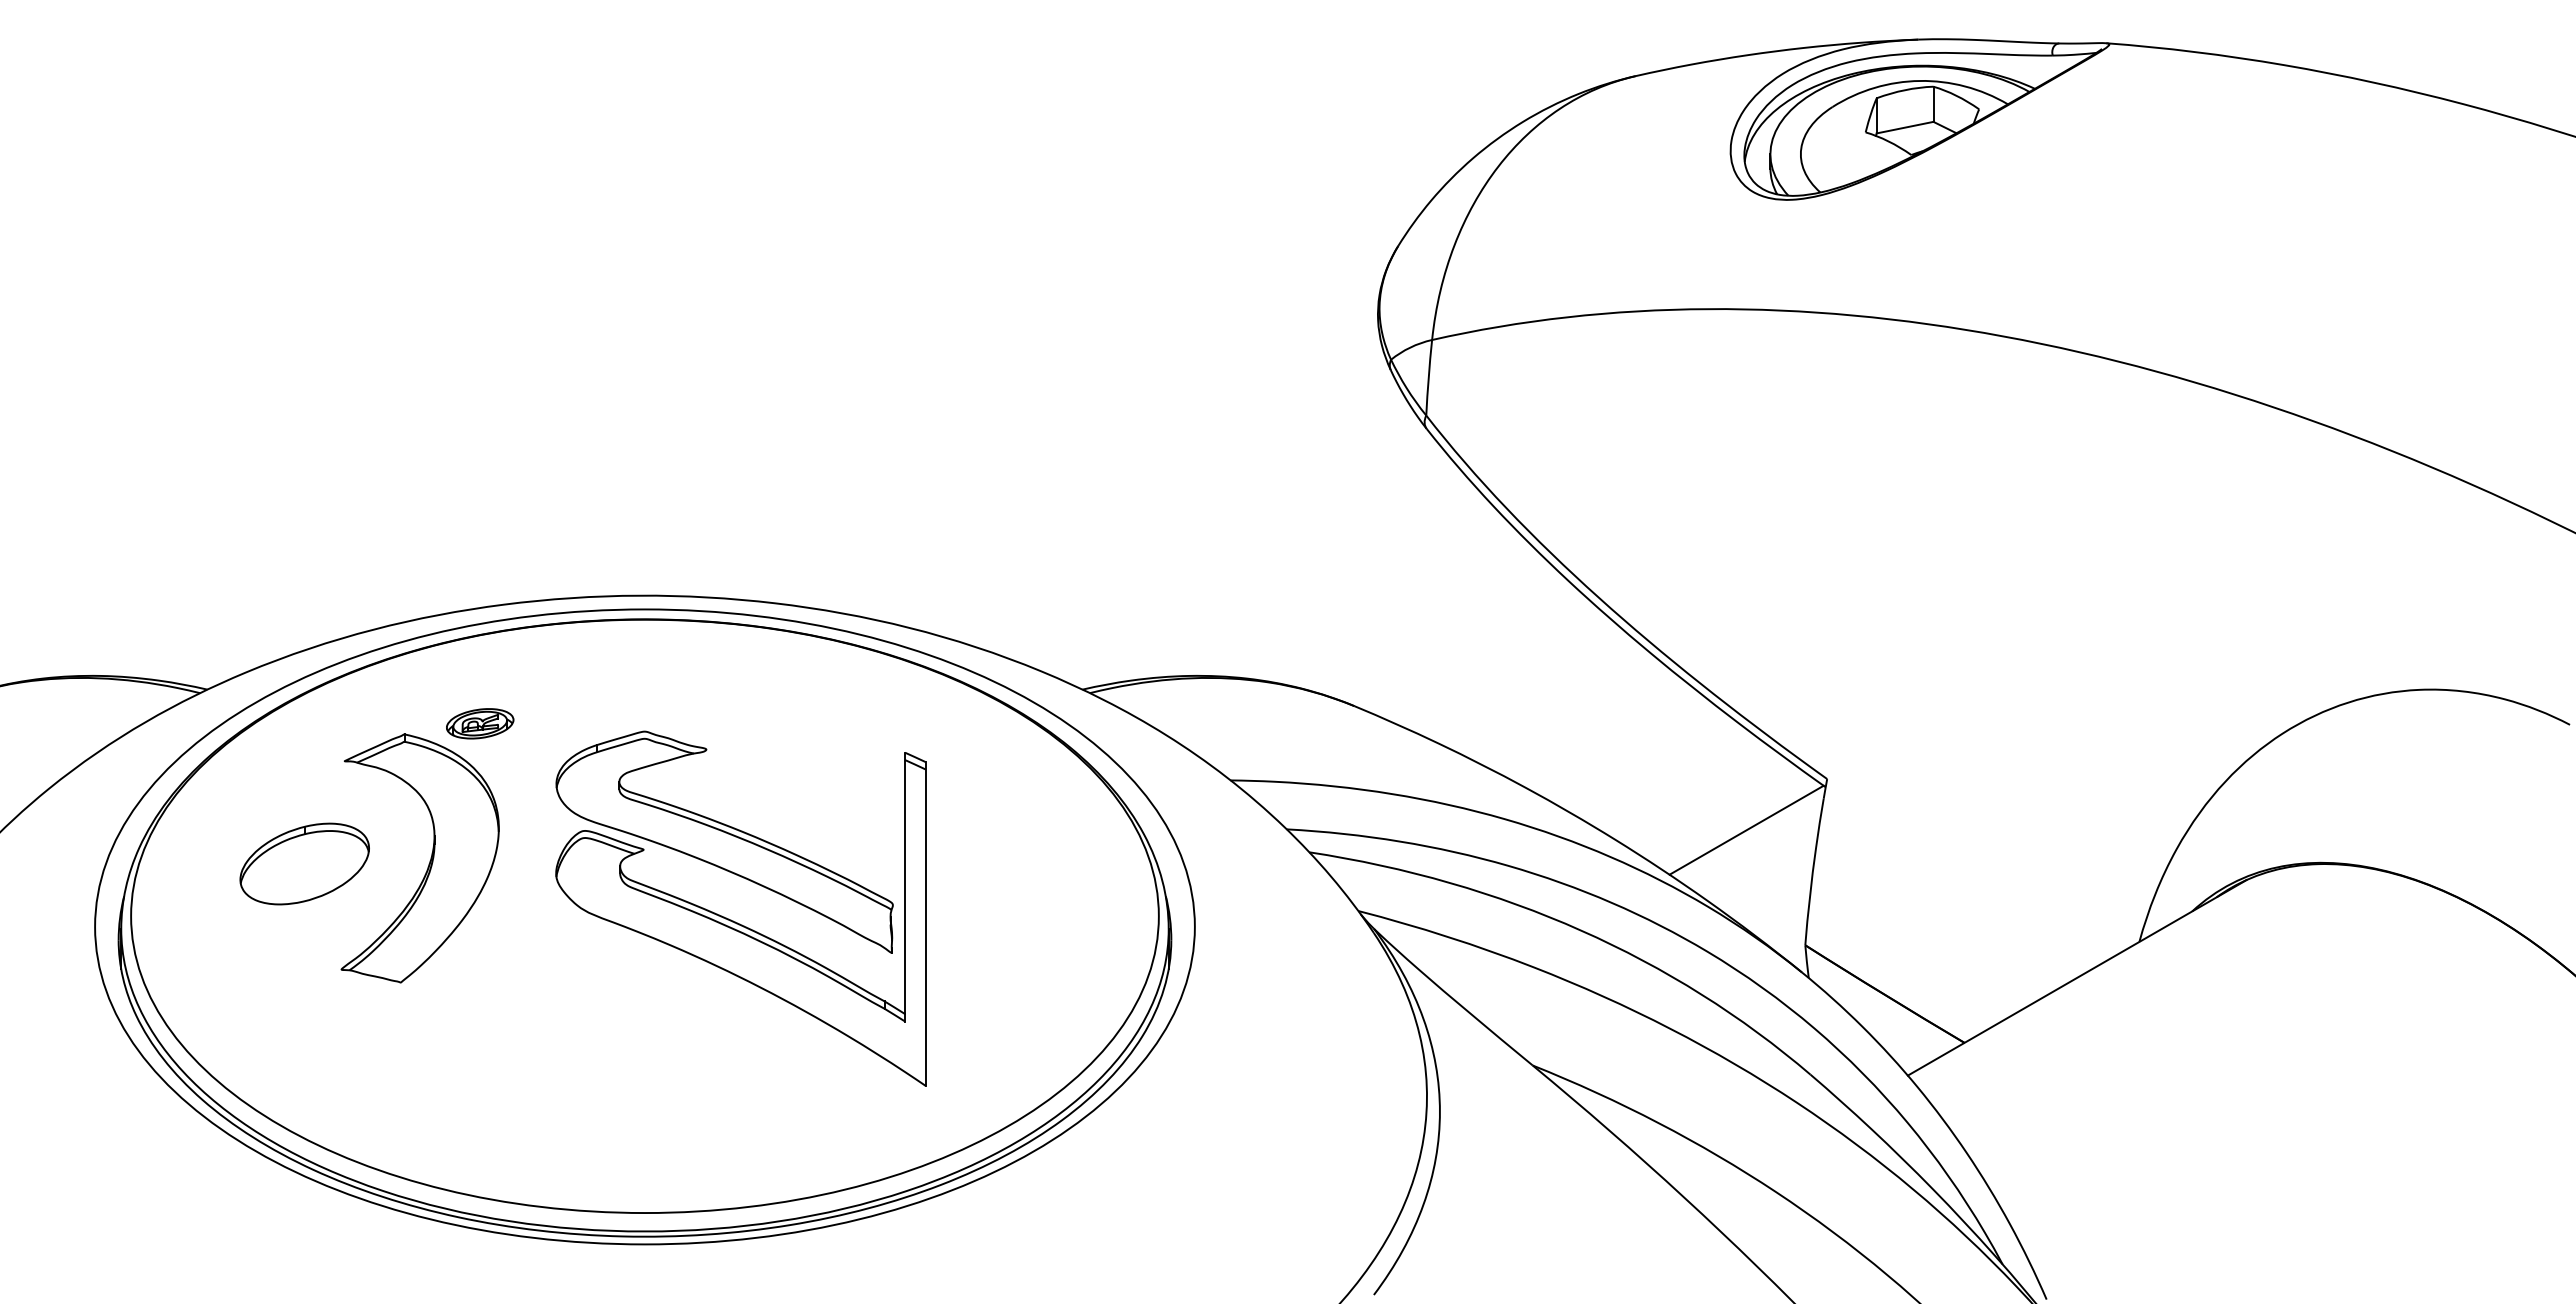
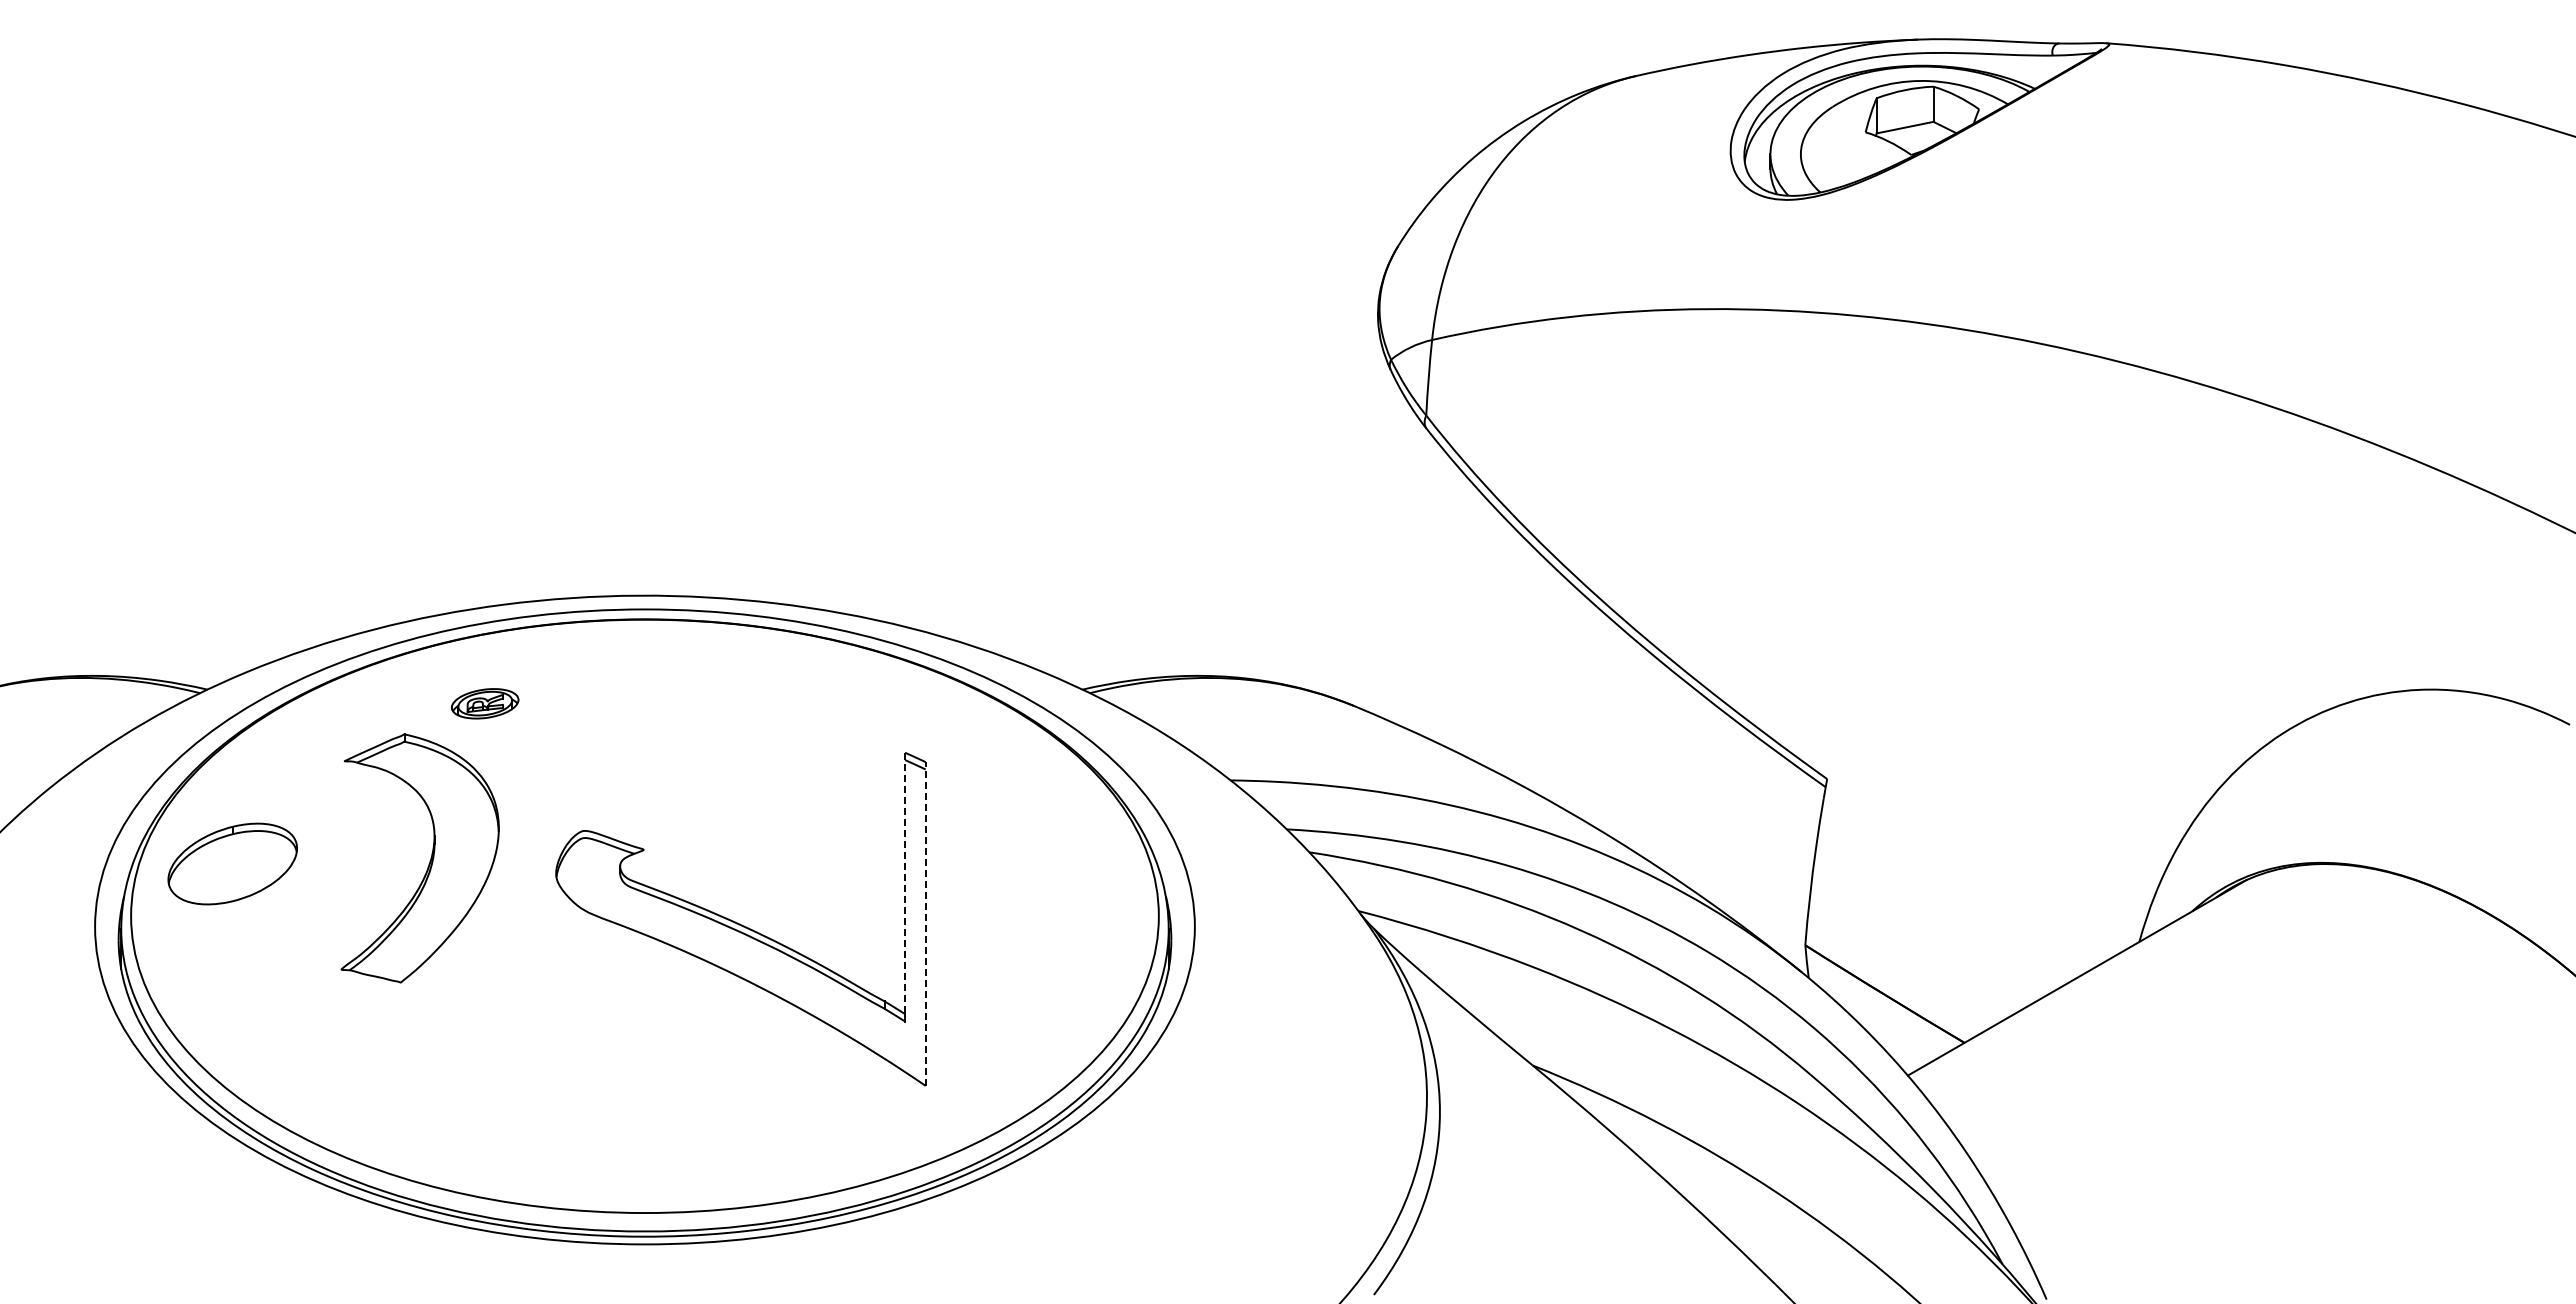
part at (480, 723) position: (480, 723) -> (485, 703)
line at (1746, 829): present -> none
part at (724, 841): present -> none
part at (304, 863) position: (304, 863) -> (232, 863)
line at (905, 883): solid -> dashed
line at (925, 924): solid -> dashed
